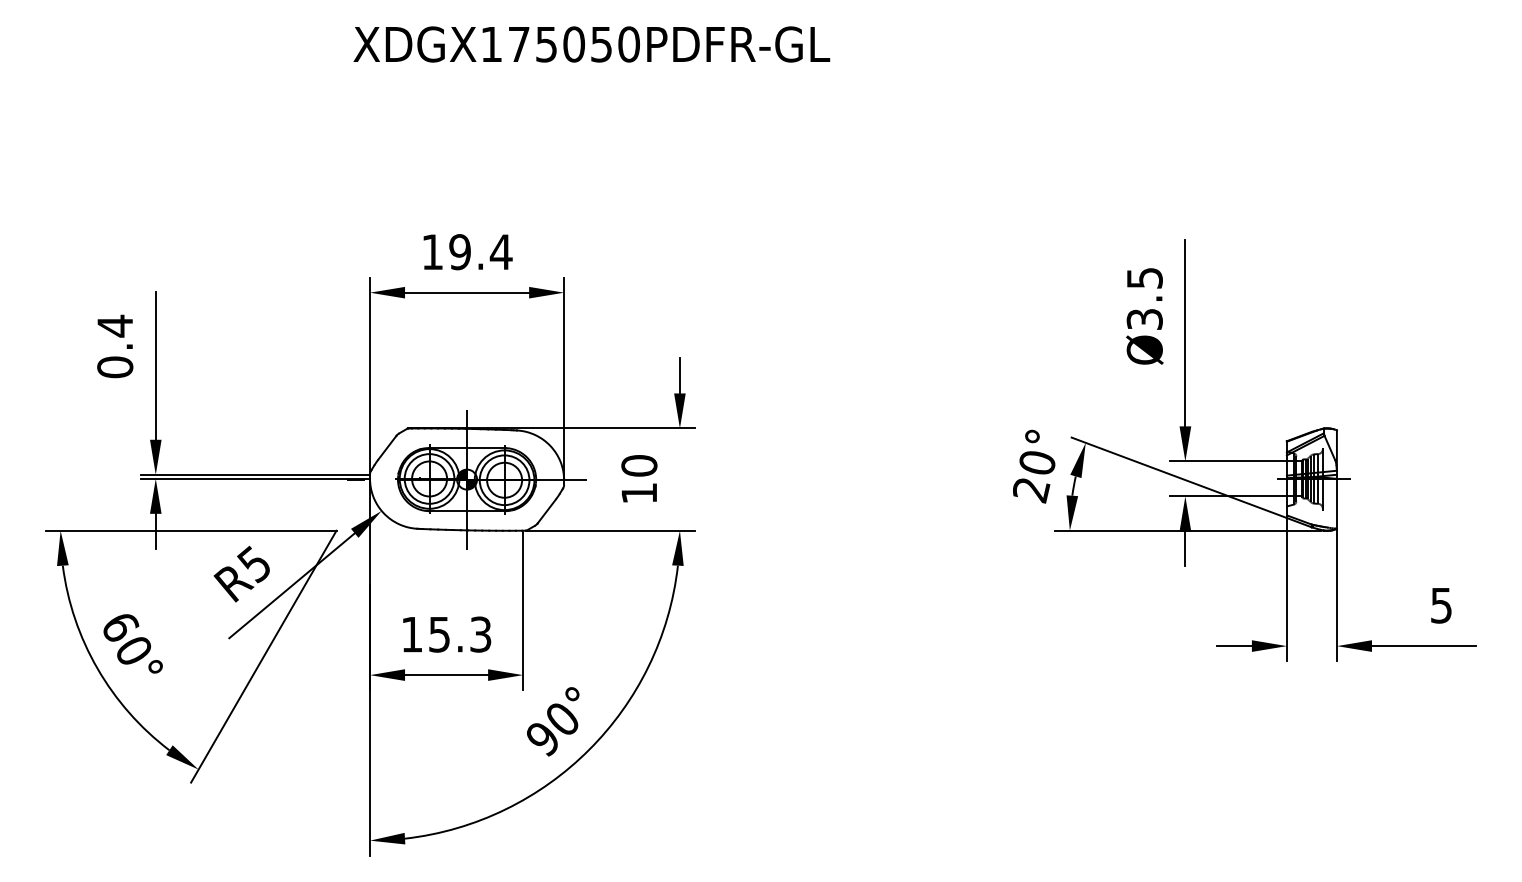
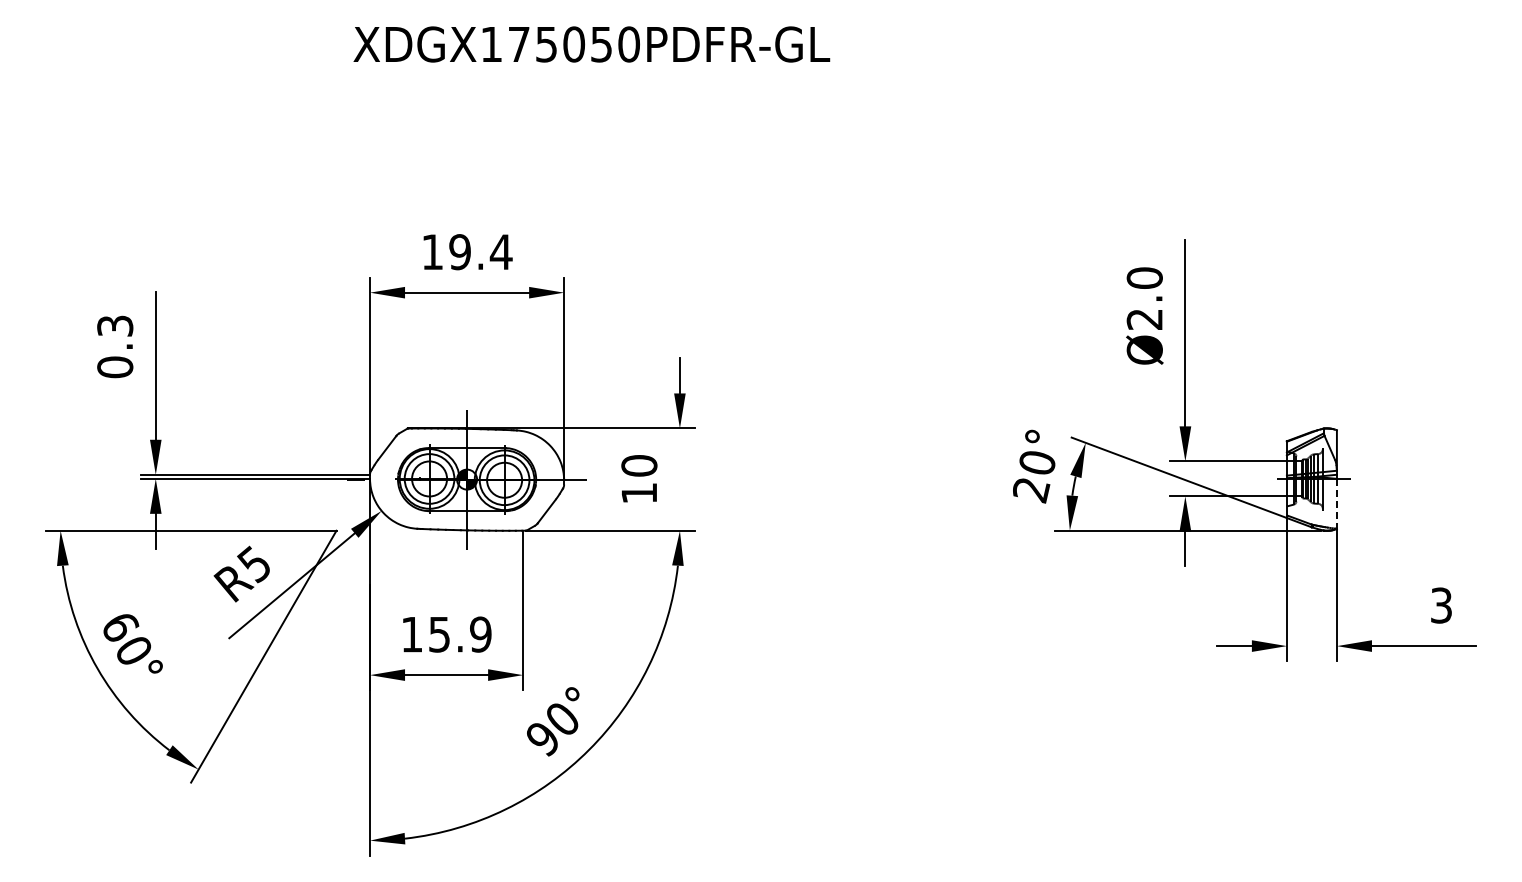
text at (1144, 298): Ø3.5 -> Ø2.0
text at (115, 325): 0.4 -> 0.3
line at (1336, 503): solid -> dashed
text at (1441, 604): 5 -> 3
text at (480, 634): 15.3 -> 15.9
